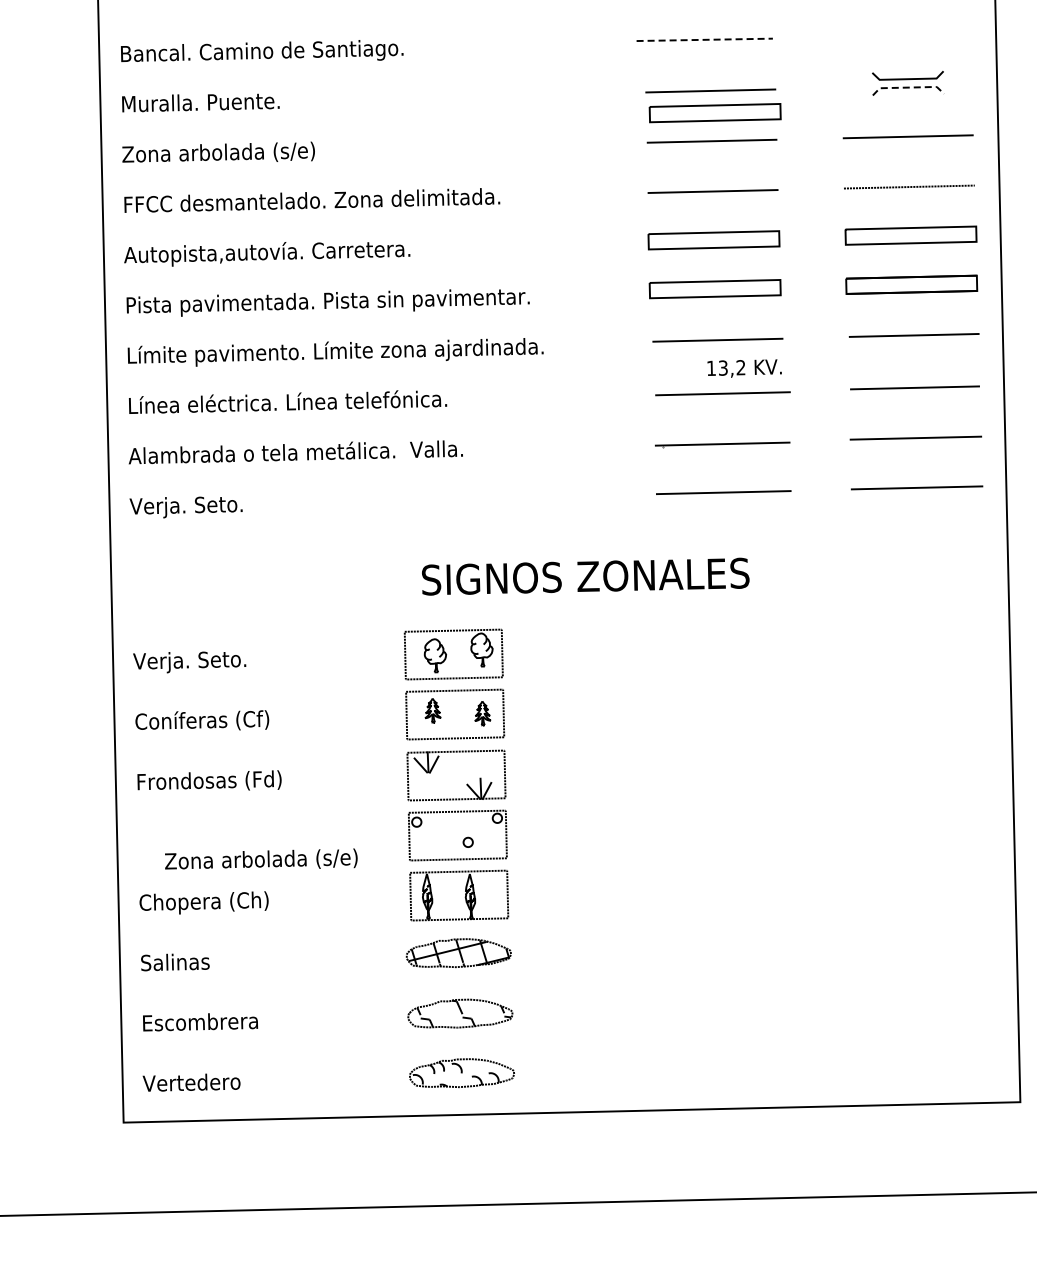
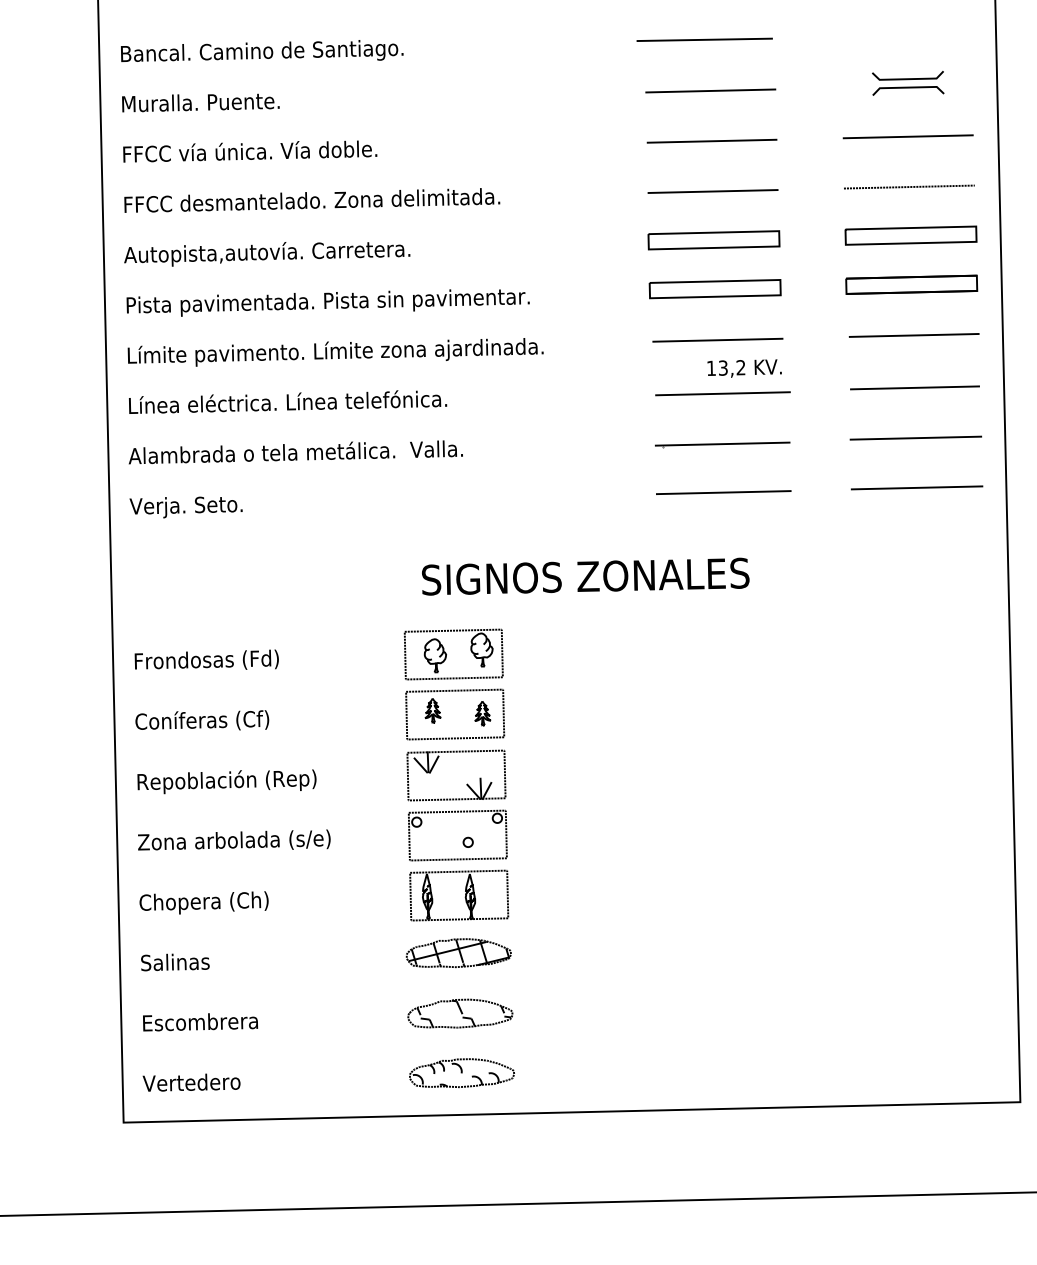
line at (705, 39): dashed -> solid
line at (908, 87): dashed -> solid
part at (714, 113): present -> none
text at (249, 151): Zona arbolada (s/e) -> FFCC vía única. Vía doble.
text at (205, 661): Verja. Seto. -> Frondosas (Fd)
text at (227, 781): Frondosas (Fd) -> Repoblación (Rep)
text at (261, 858) position: (261, 858) -> (234, 839)
